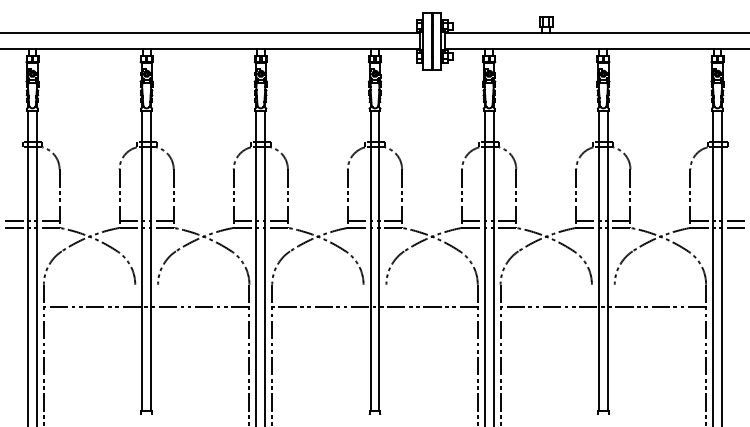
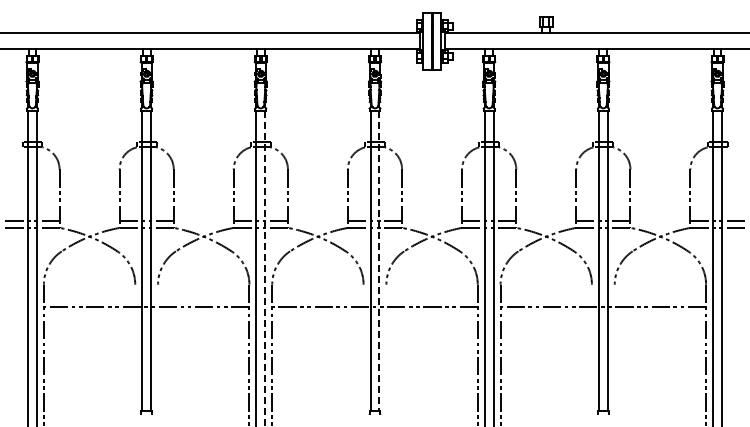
line at (379, 261): solid -> dashed
line at (265, 269): solid -> dashed
